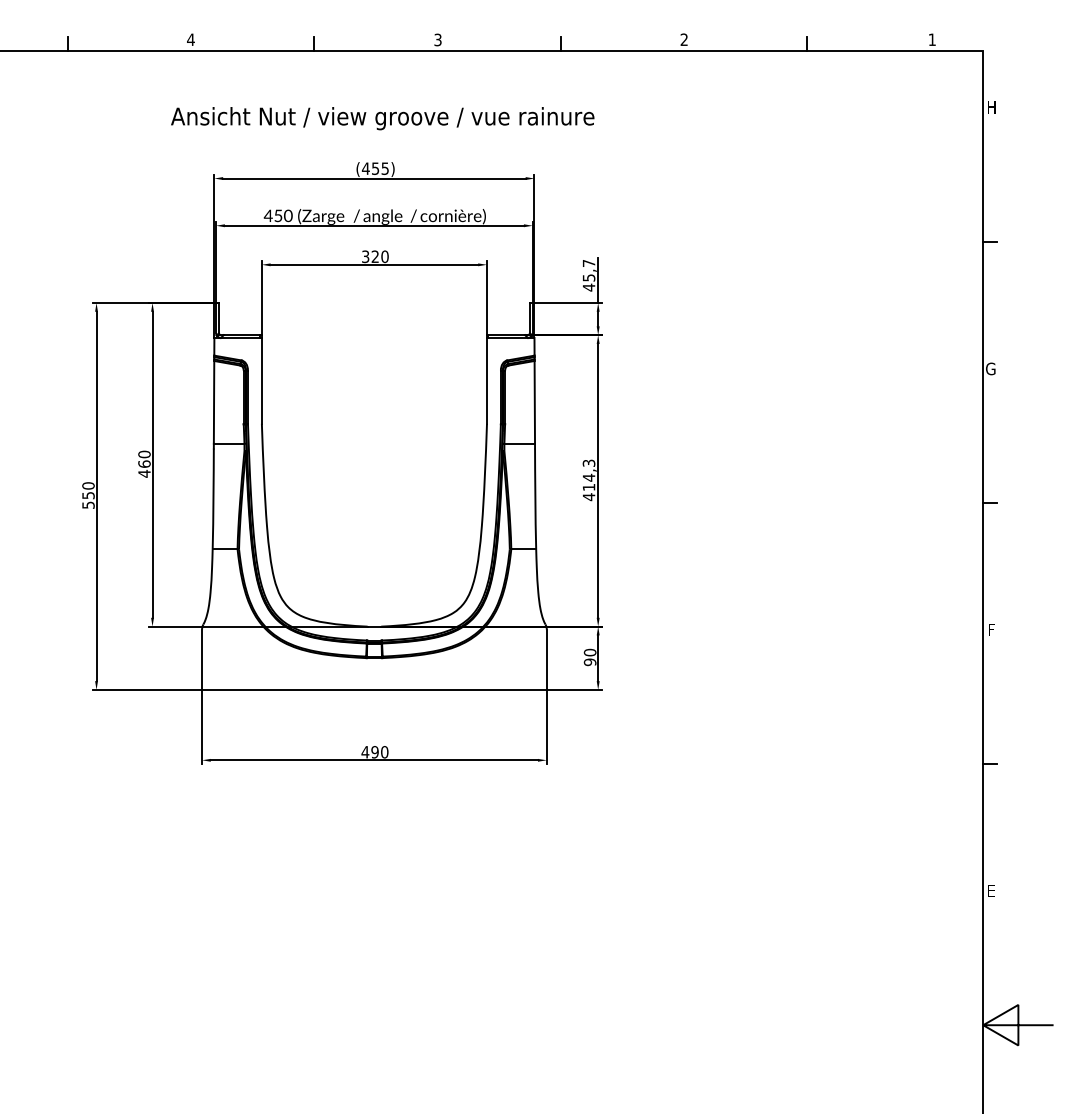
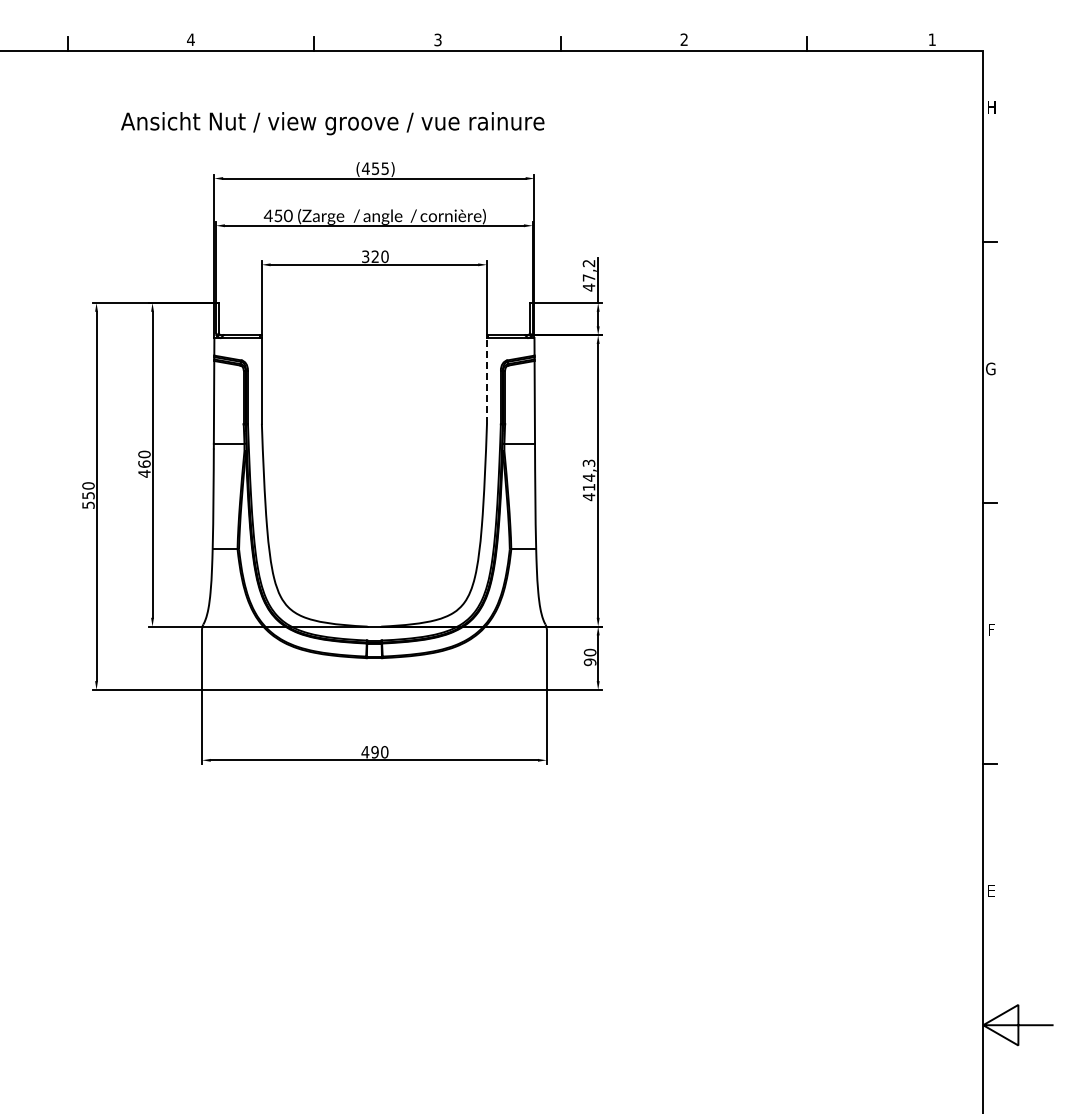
text at (382, 118) position: (382, 118) -> (332, 123)
text at (588, 270): 45,7 -> 47,2
line at (487, 380): solid -> dashed
